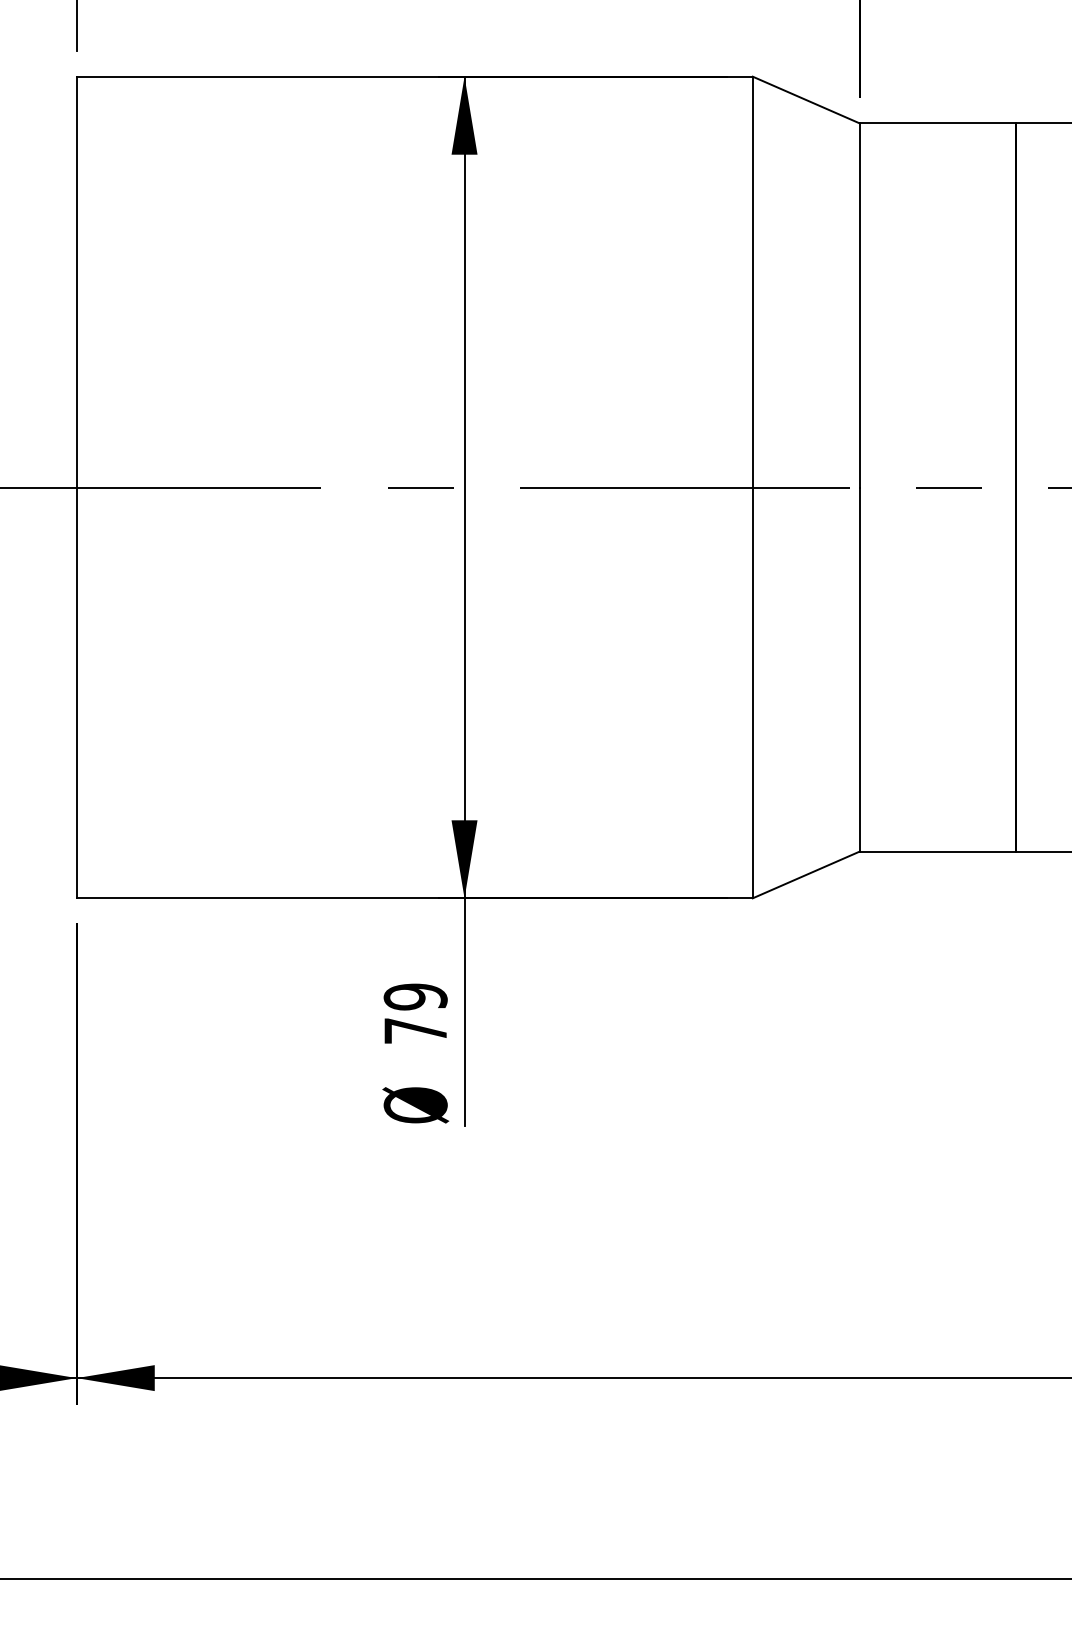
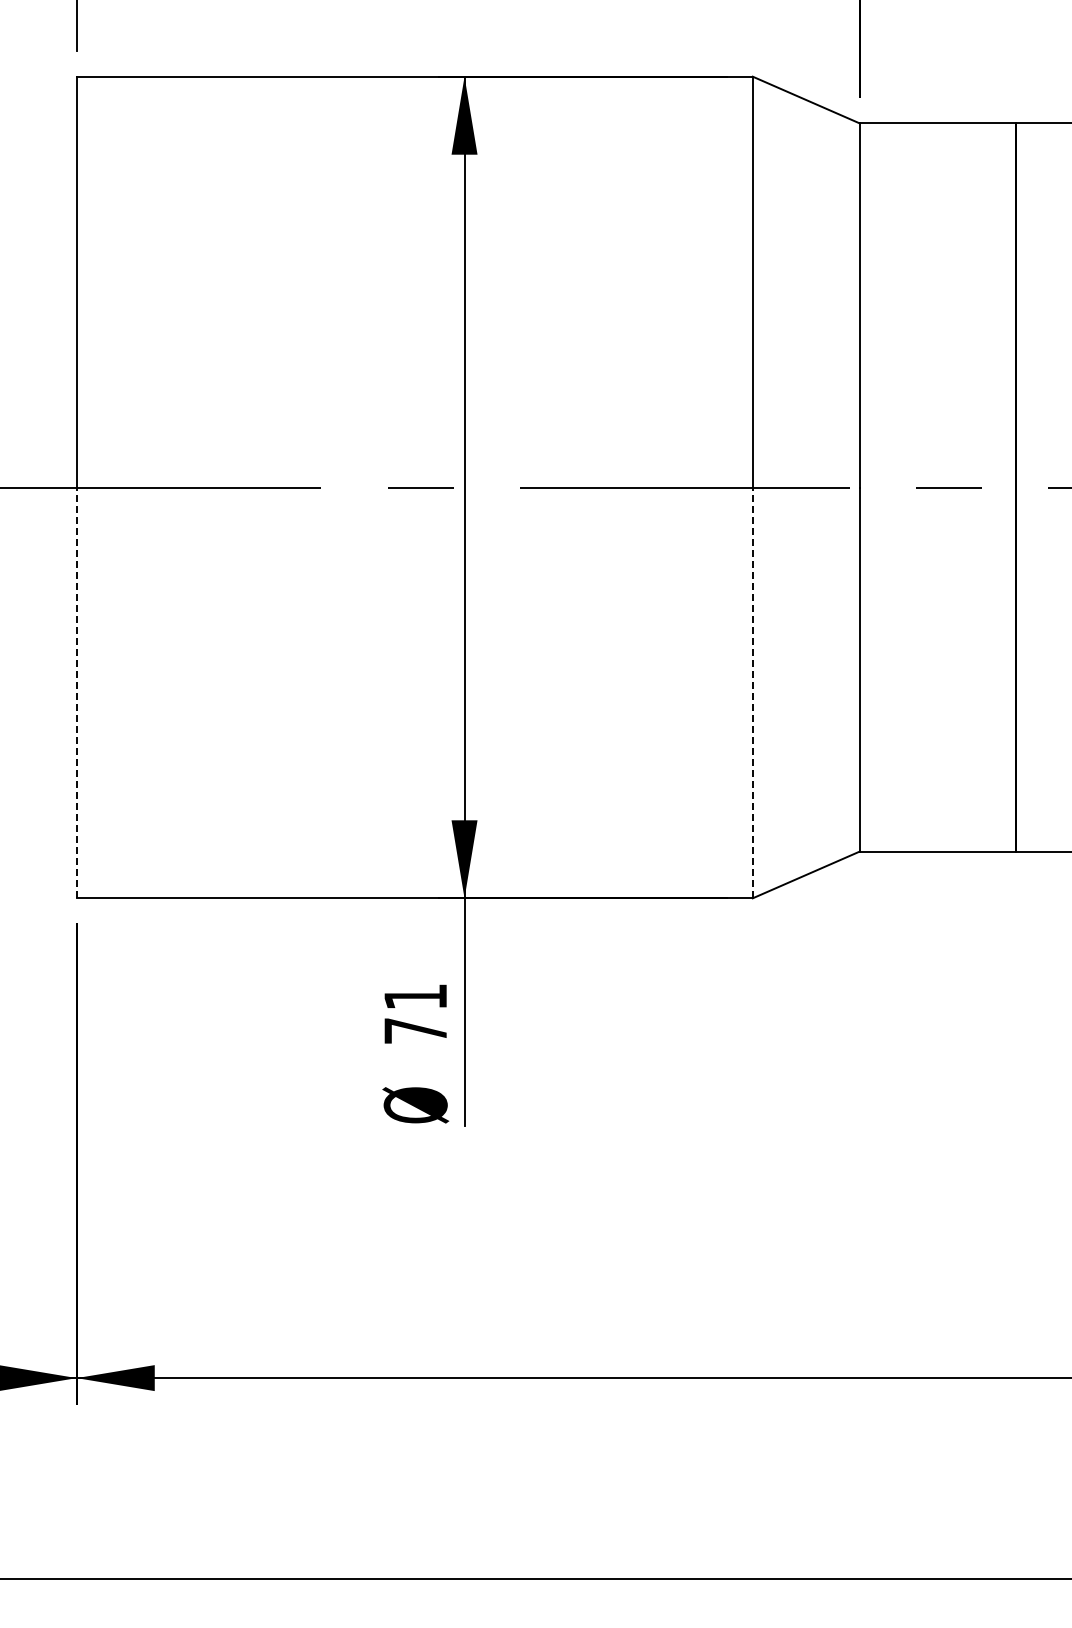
line at (76, 692): solid -> dashed
line at (752, 692): solid -> dashed
text at (415, 996): 79 -> 71
